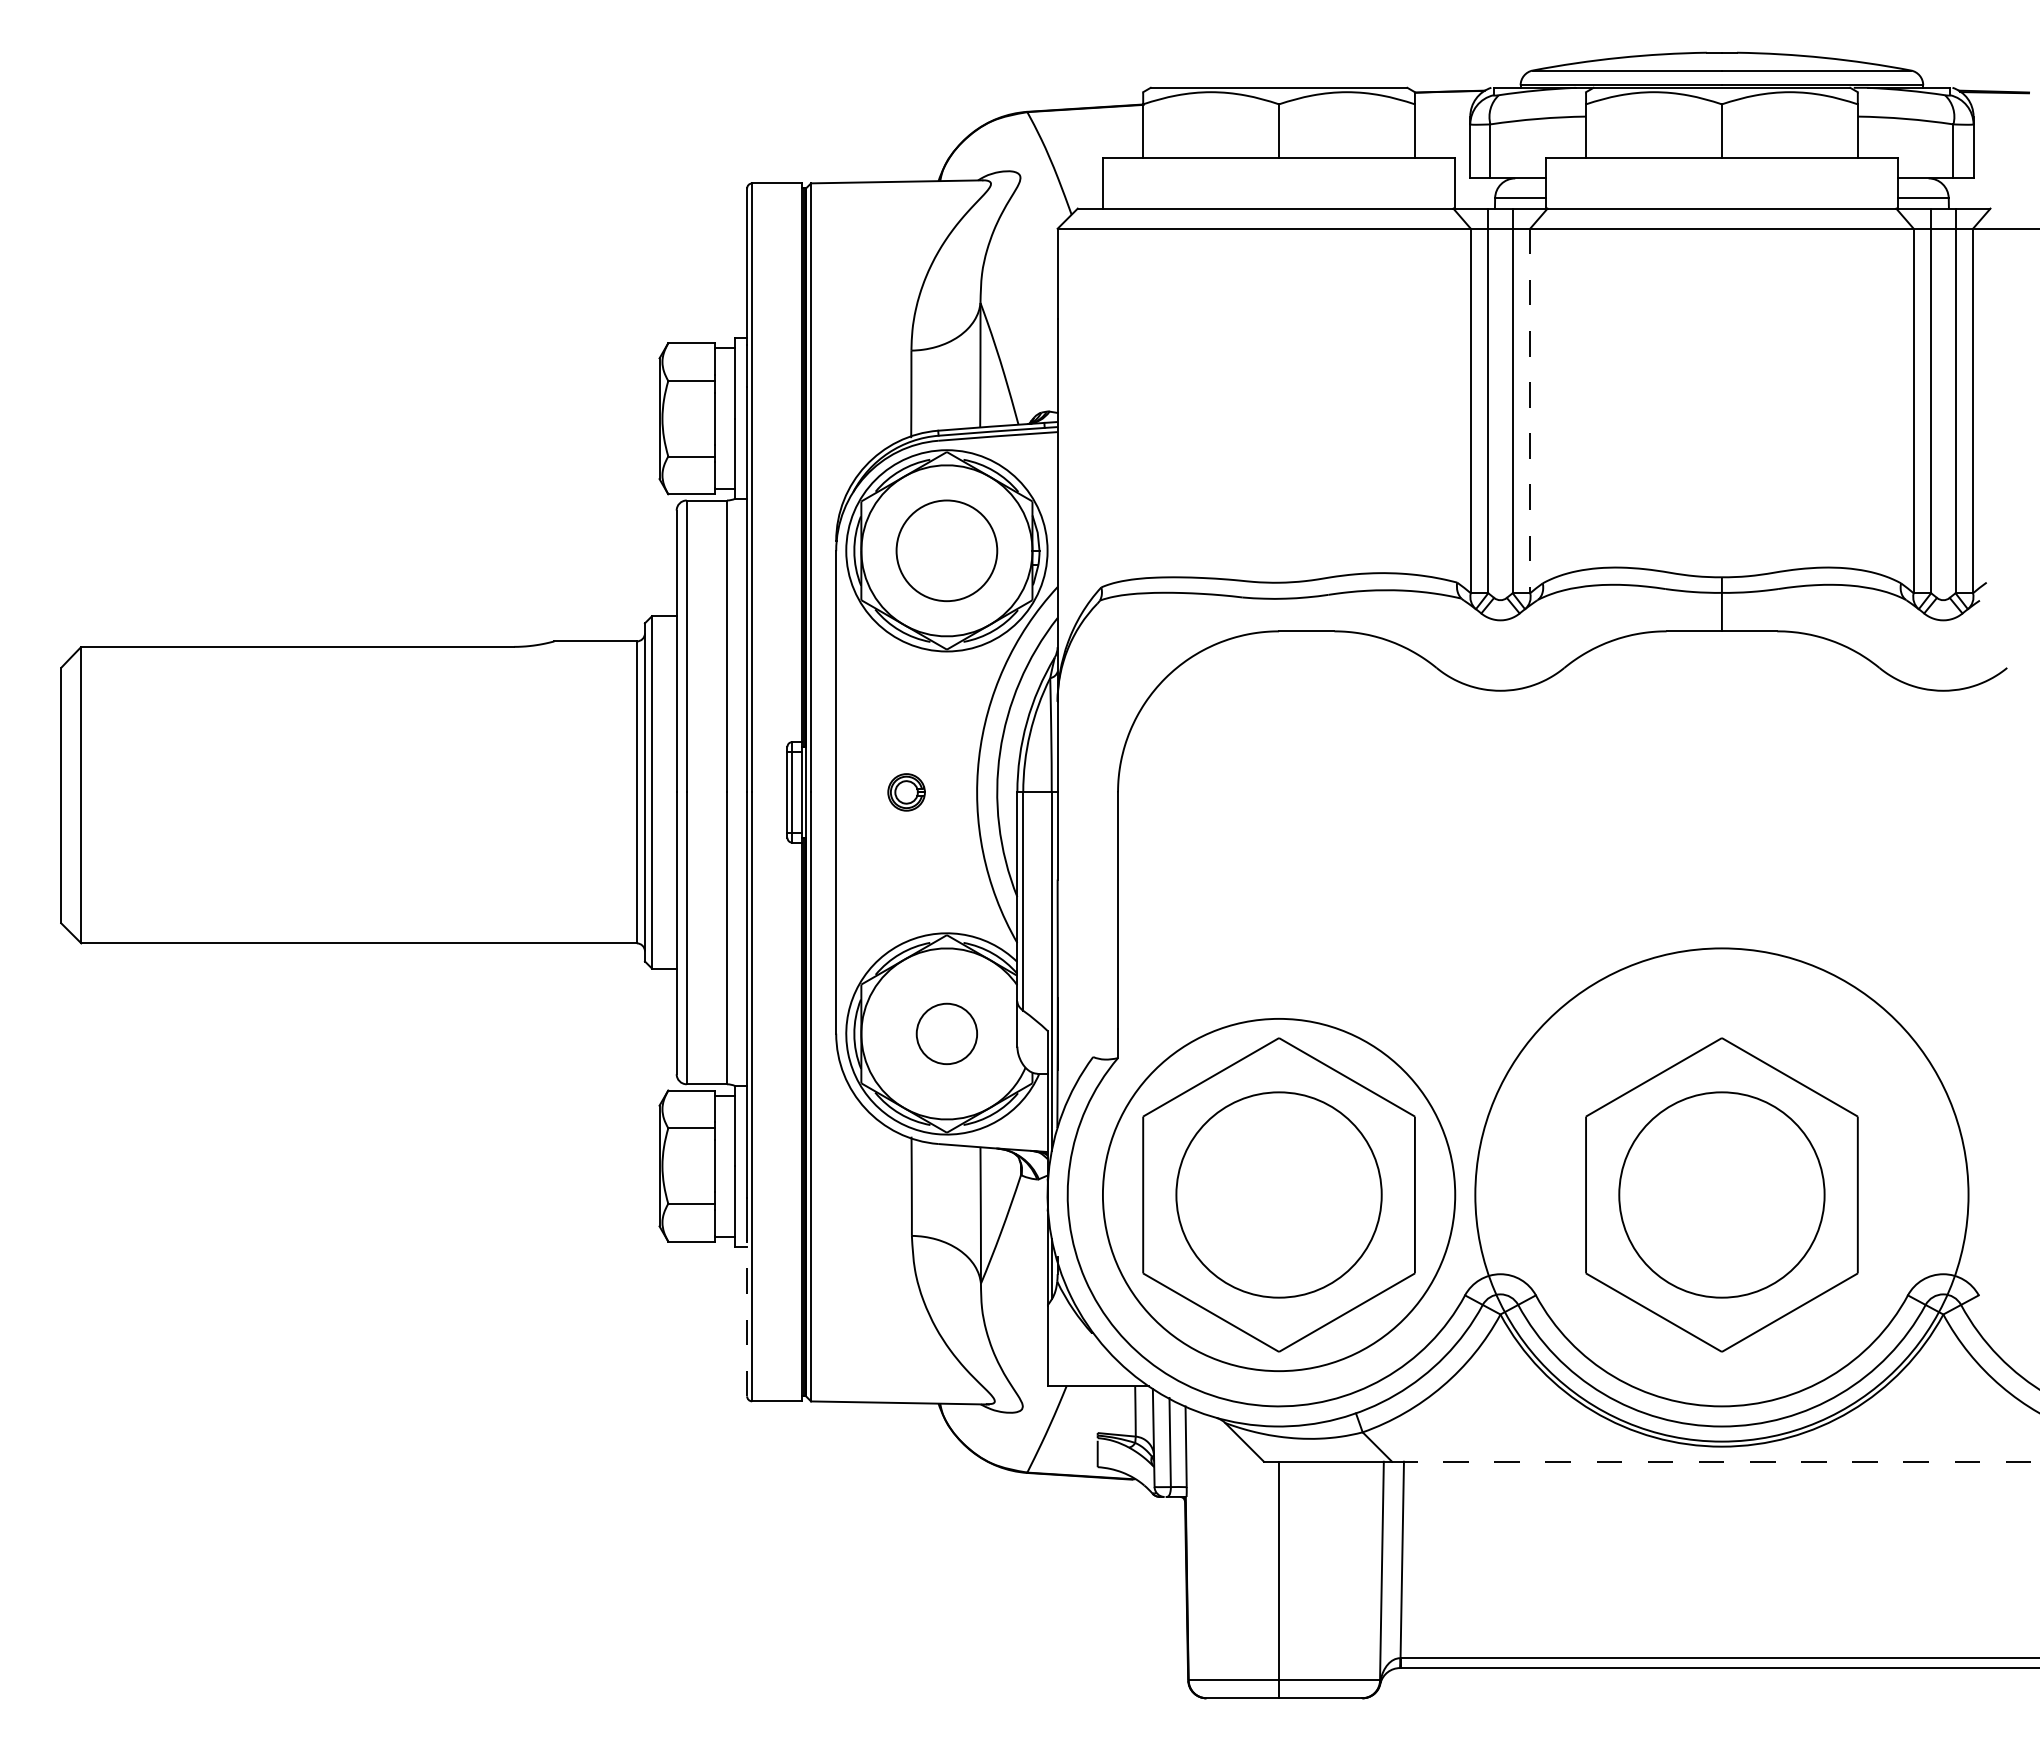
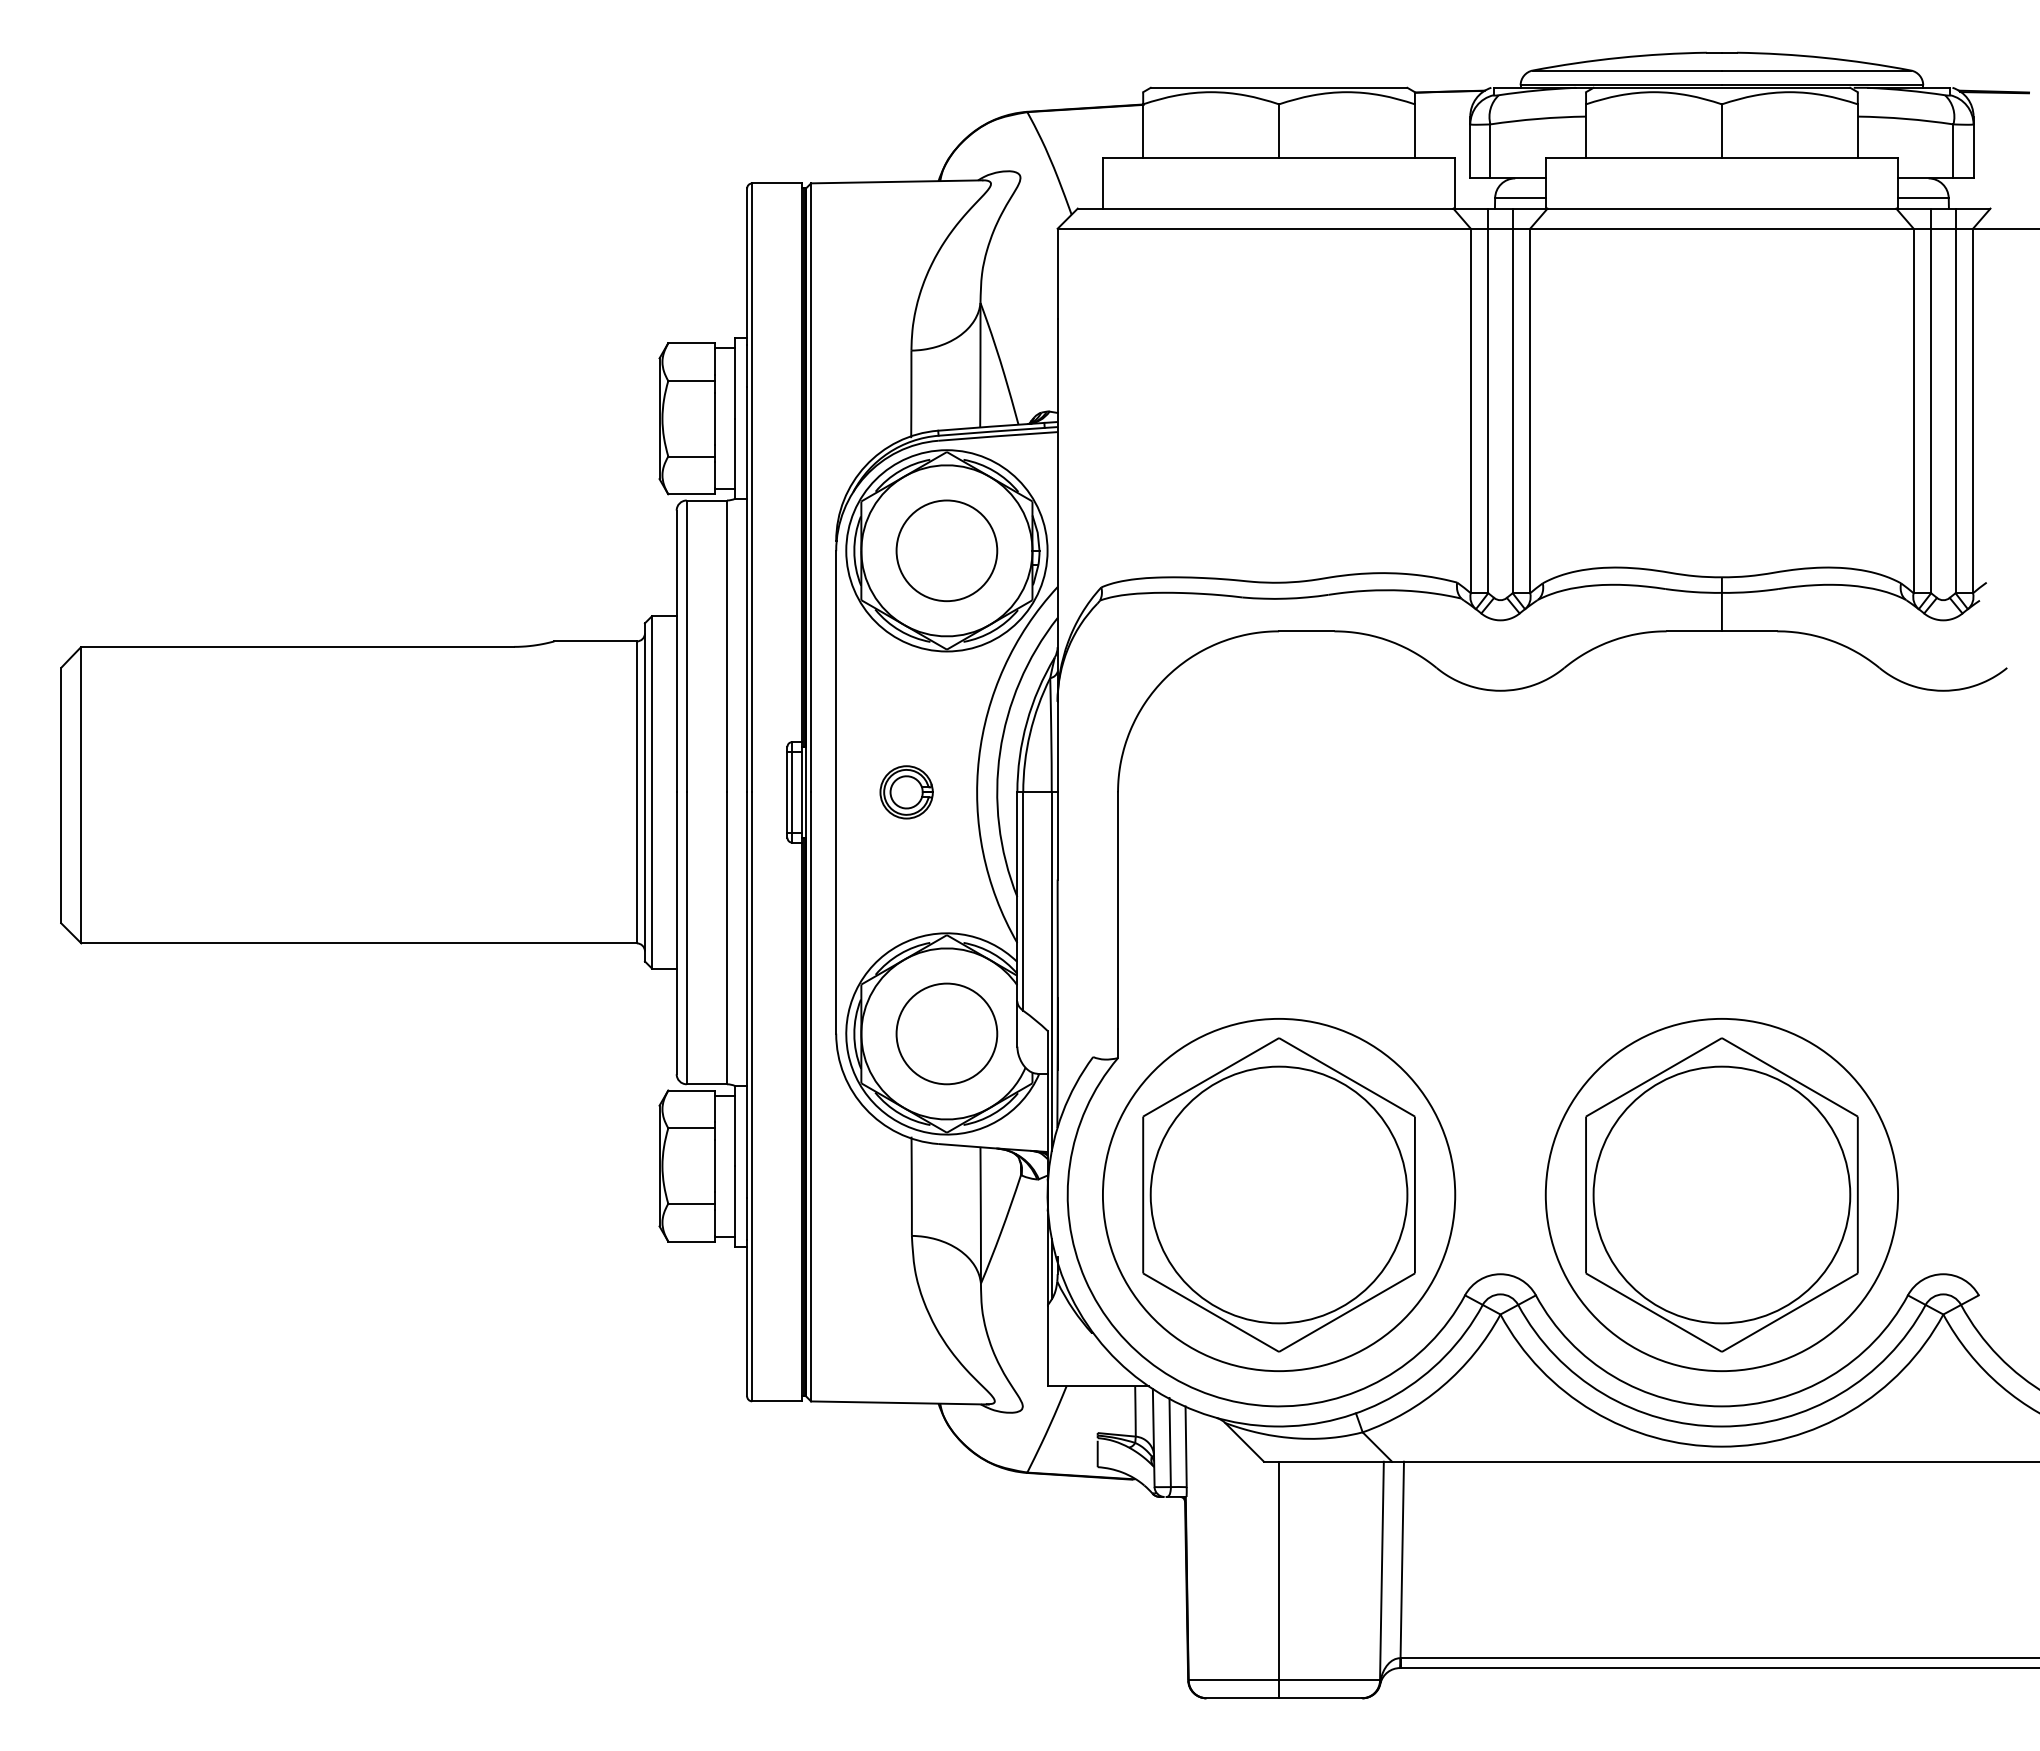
line at (1530, 411): dashed -> solid
part at (906, 792) size: 39x39 px -> 55x55 px
circle at (946, 1033) size: 63x63 px -> 104x104 px
circle at (1278, 1194) diameter: 205 px -> 257 px
circle at (1721, 1194) diameter: 205 px -> 257 px
circle at (1721, 1194) diameter: 493 px -> 352 px
line at (747, 1317): dashed -> solid
line at (1715, 1461): dashed -> solid
